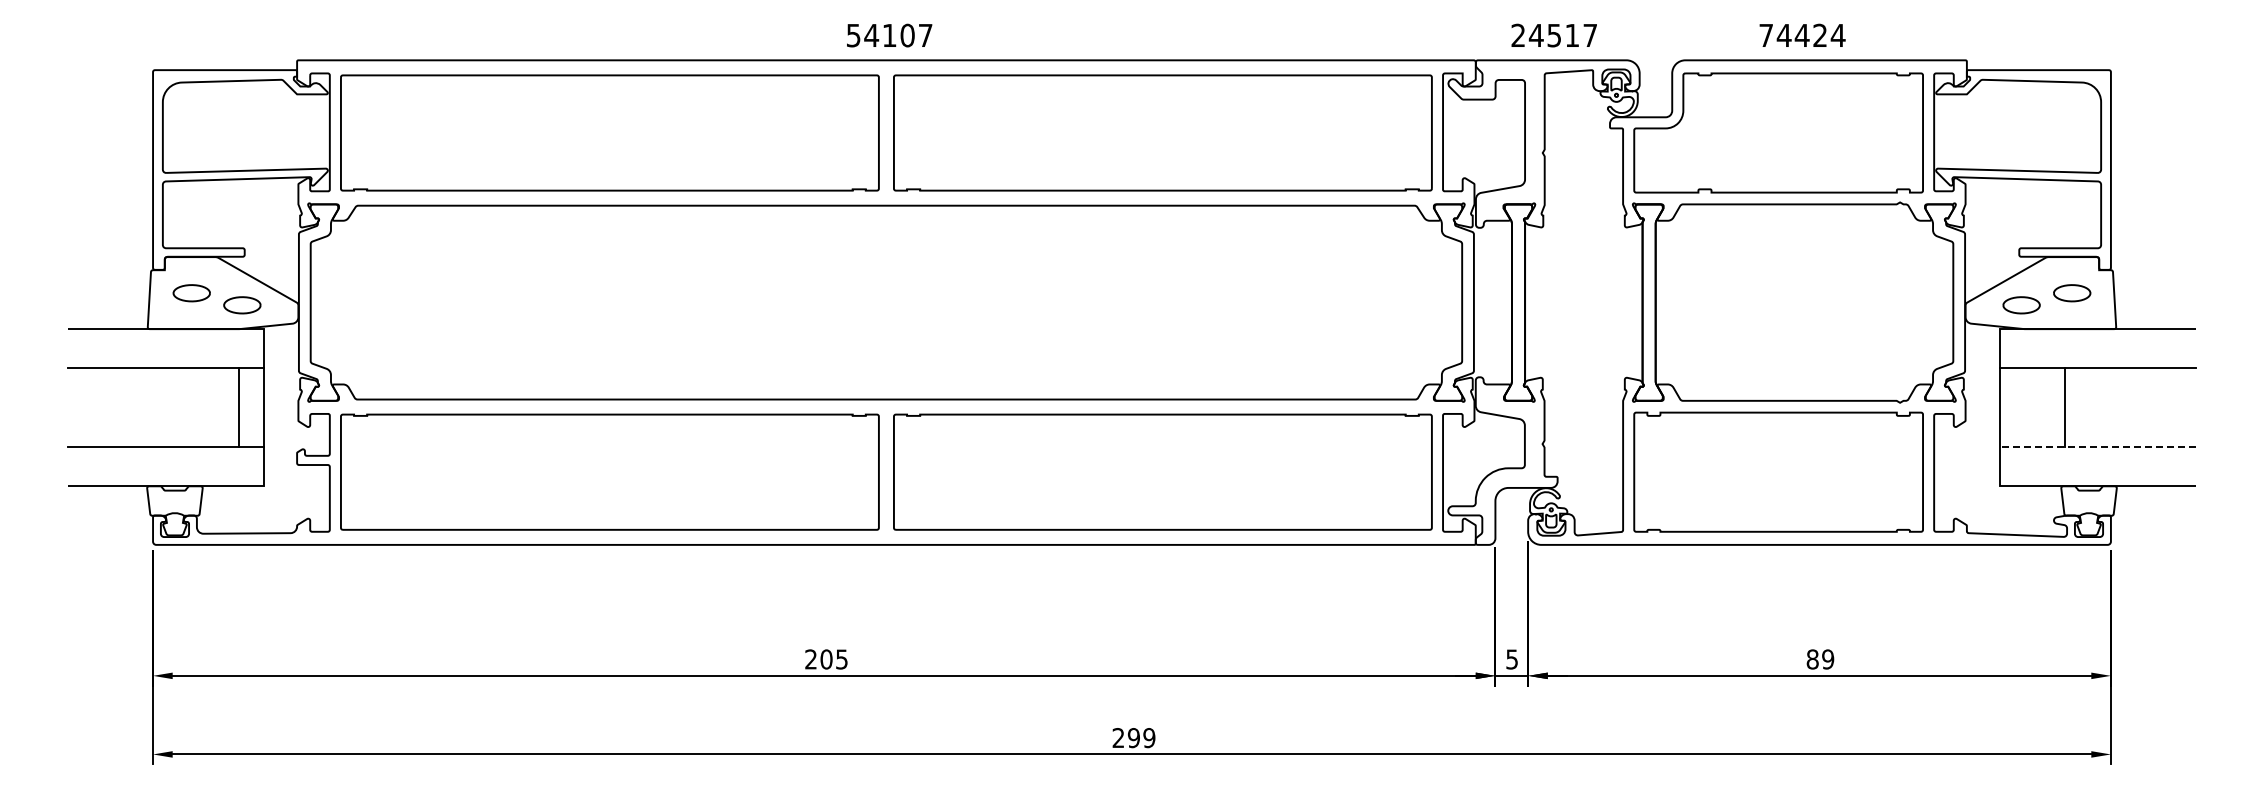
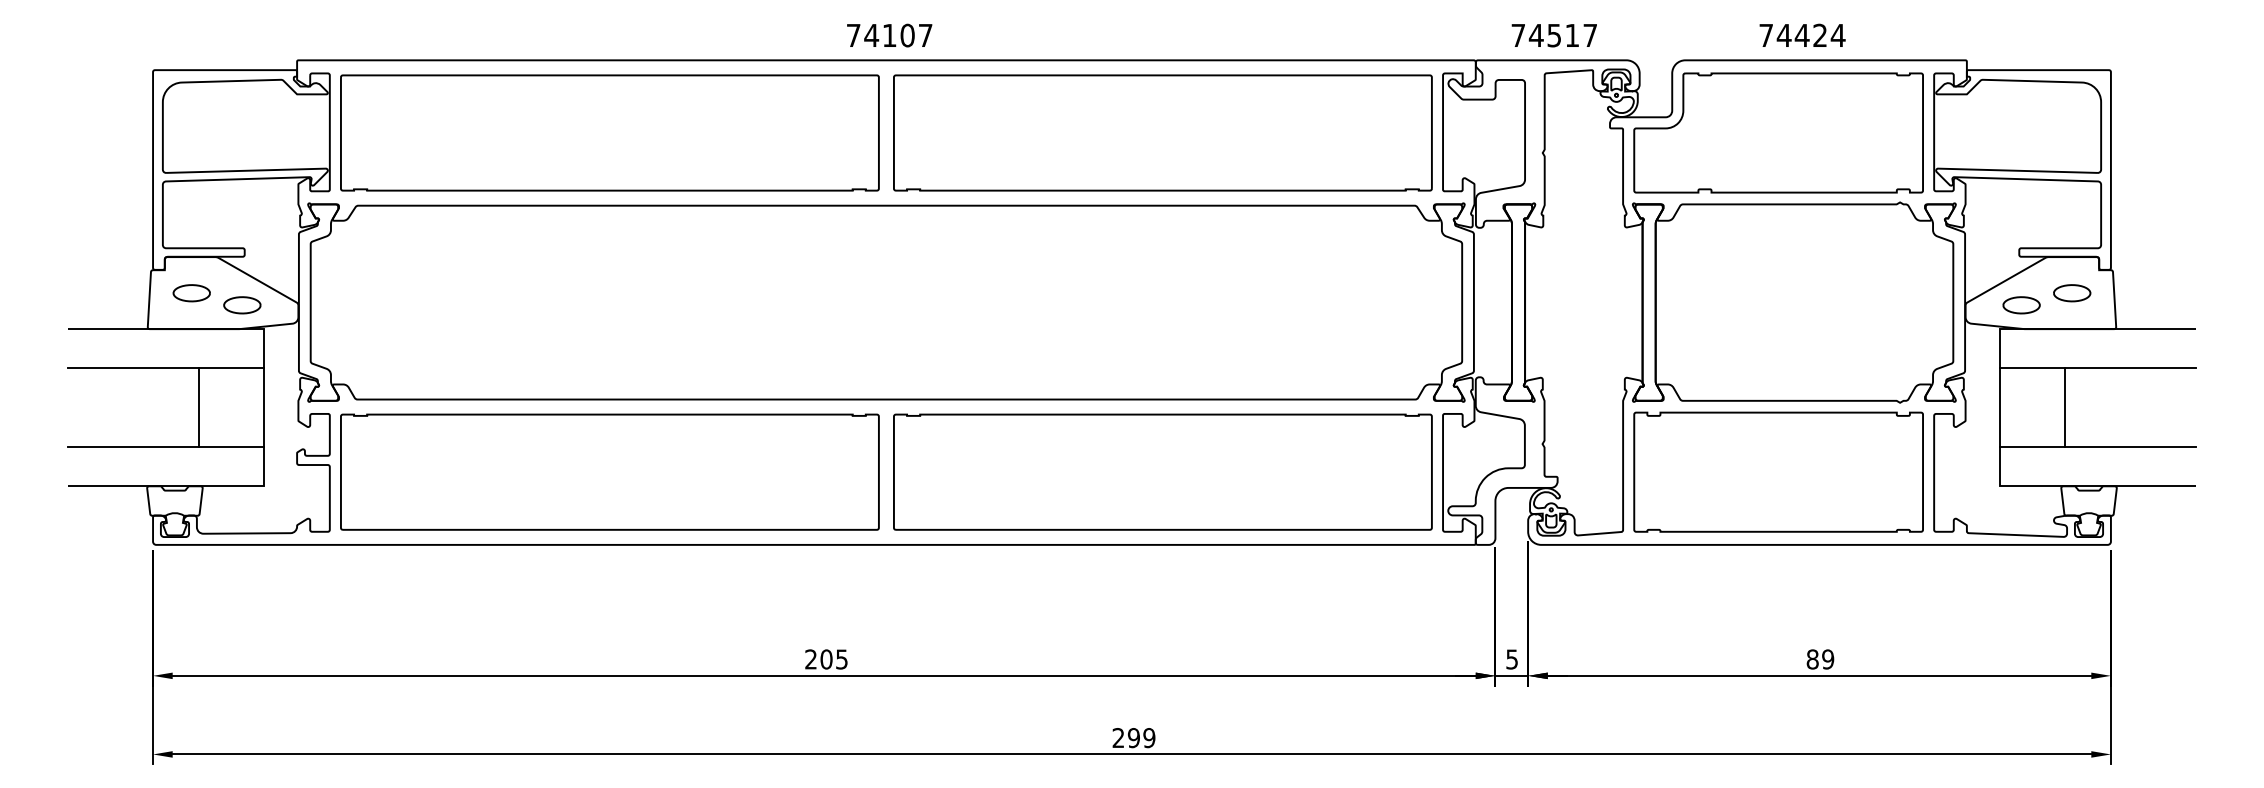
text at (1517, 34): 24517 -> 74517
text at (853, 35): 54107 -> 74107
line at (238, 407) position: (238, 407) -> (198, 407)
line at (2097, 447): dashed -> solid
